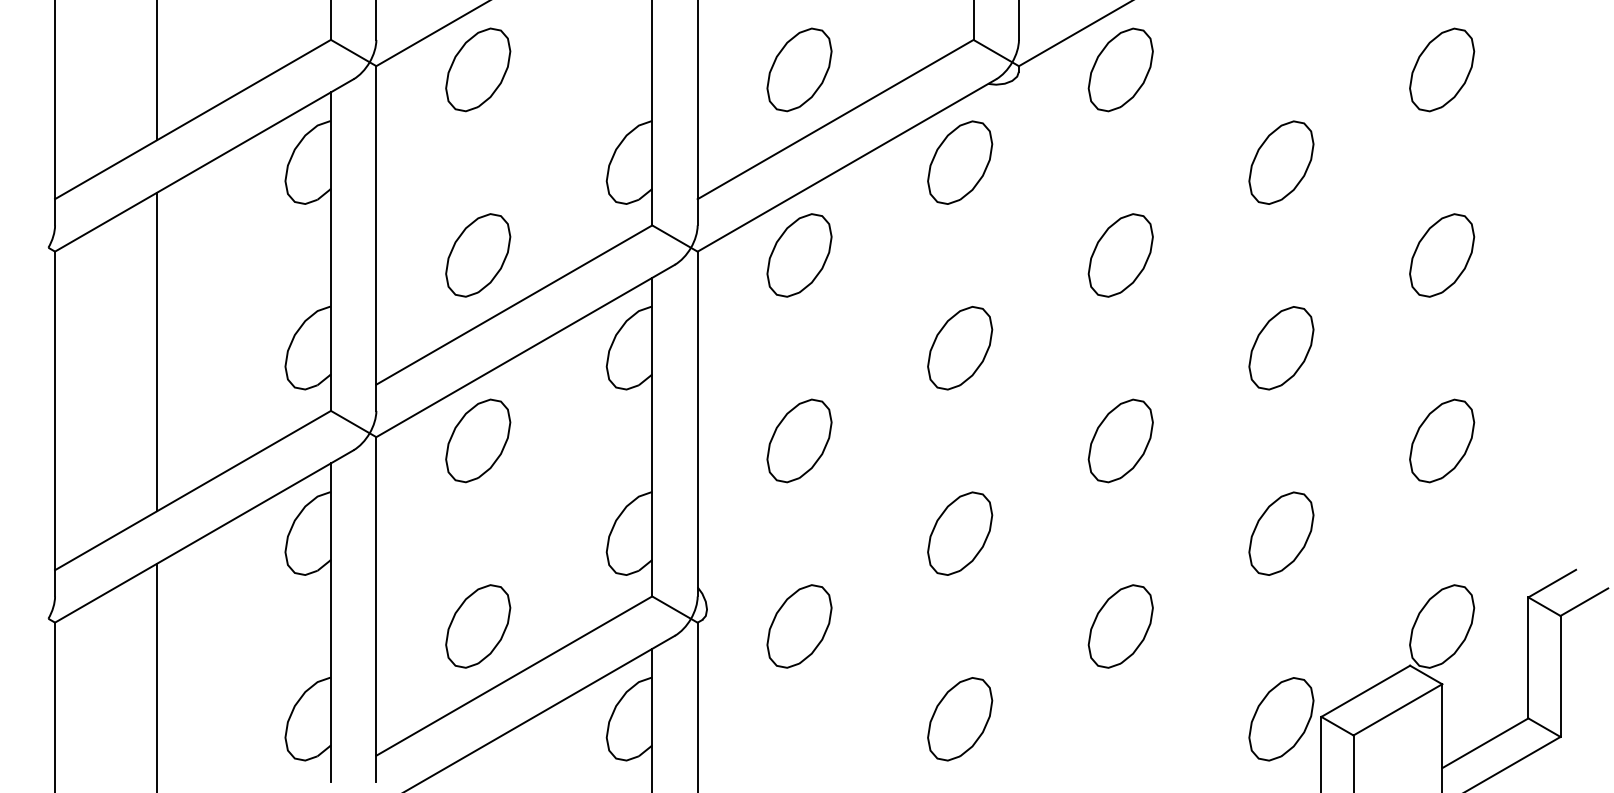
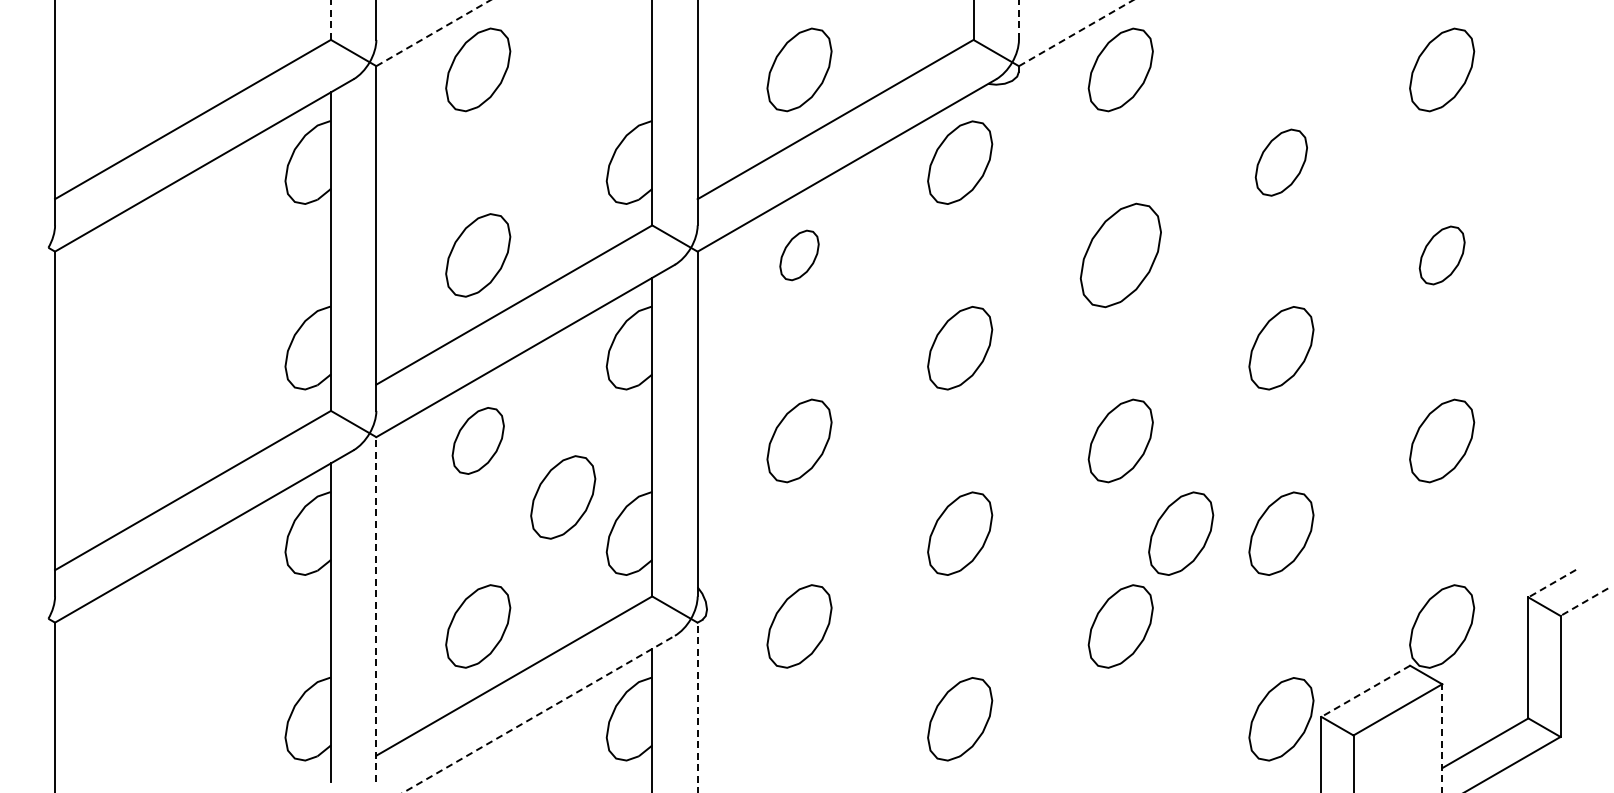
line at (1018, 19): solid -> dashed
line at (330, 20): solid -> dashed
line at (433, 33): solid -> dashed
line at (1076, 33): solid -> dashed
line at (156, 71): present -> none
part at (1281, 162) size: 67x85 px -> 54x69 px
part at (799, 255) size: 67x85 px -> 41x53 px
part at (1120, 255) size: 67x85 px -> 83x107 px
part at (1442, 255) size: 67x85 px -> 48x61 px
line at (156, 351): present -> none
part at (478, 440) size: 67x86 px -> 54x68 px
part at (563, 497): none -> present
part at (1181, 533): none -> present
line at (1552, 583): solid -> dashed
line at (1584, 602): solid -> dashed
line at (376, 609): solid -> dashed
line at (156, 676): present -> none
line at (1365, 691): solid -> dashed
line at (697, 707): solid -> dashed
line at (539, 714): solid -> dashed
line at (1442, 737): solid -> dashed
